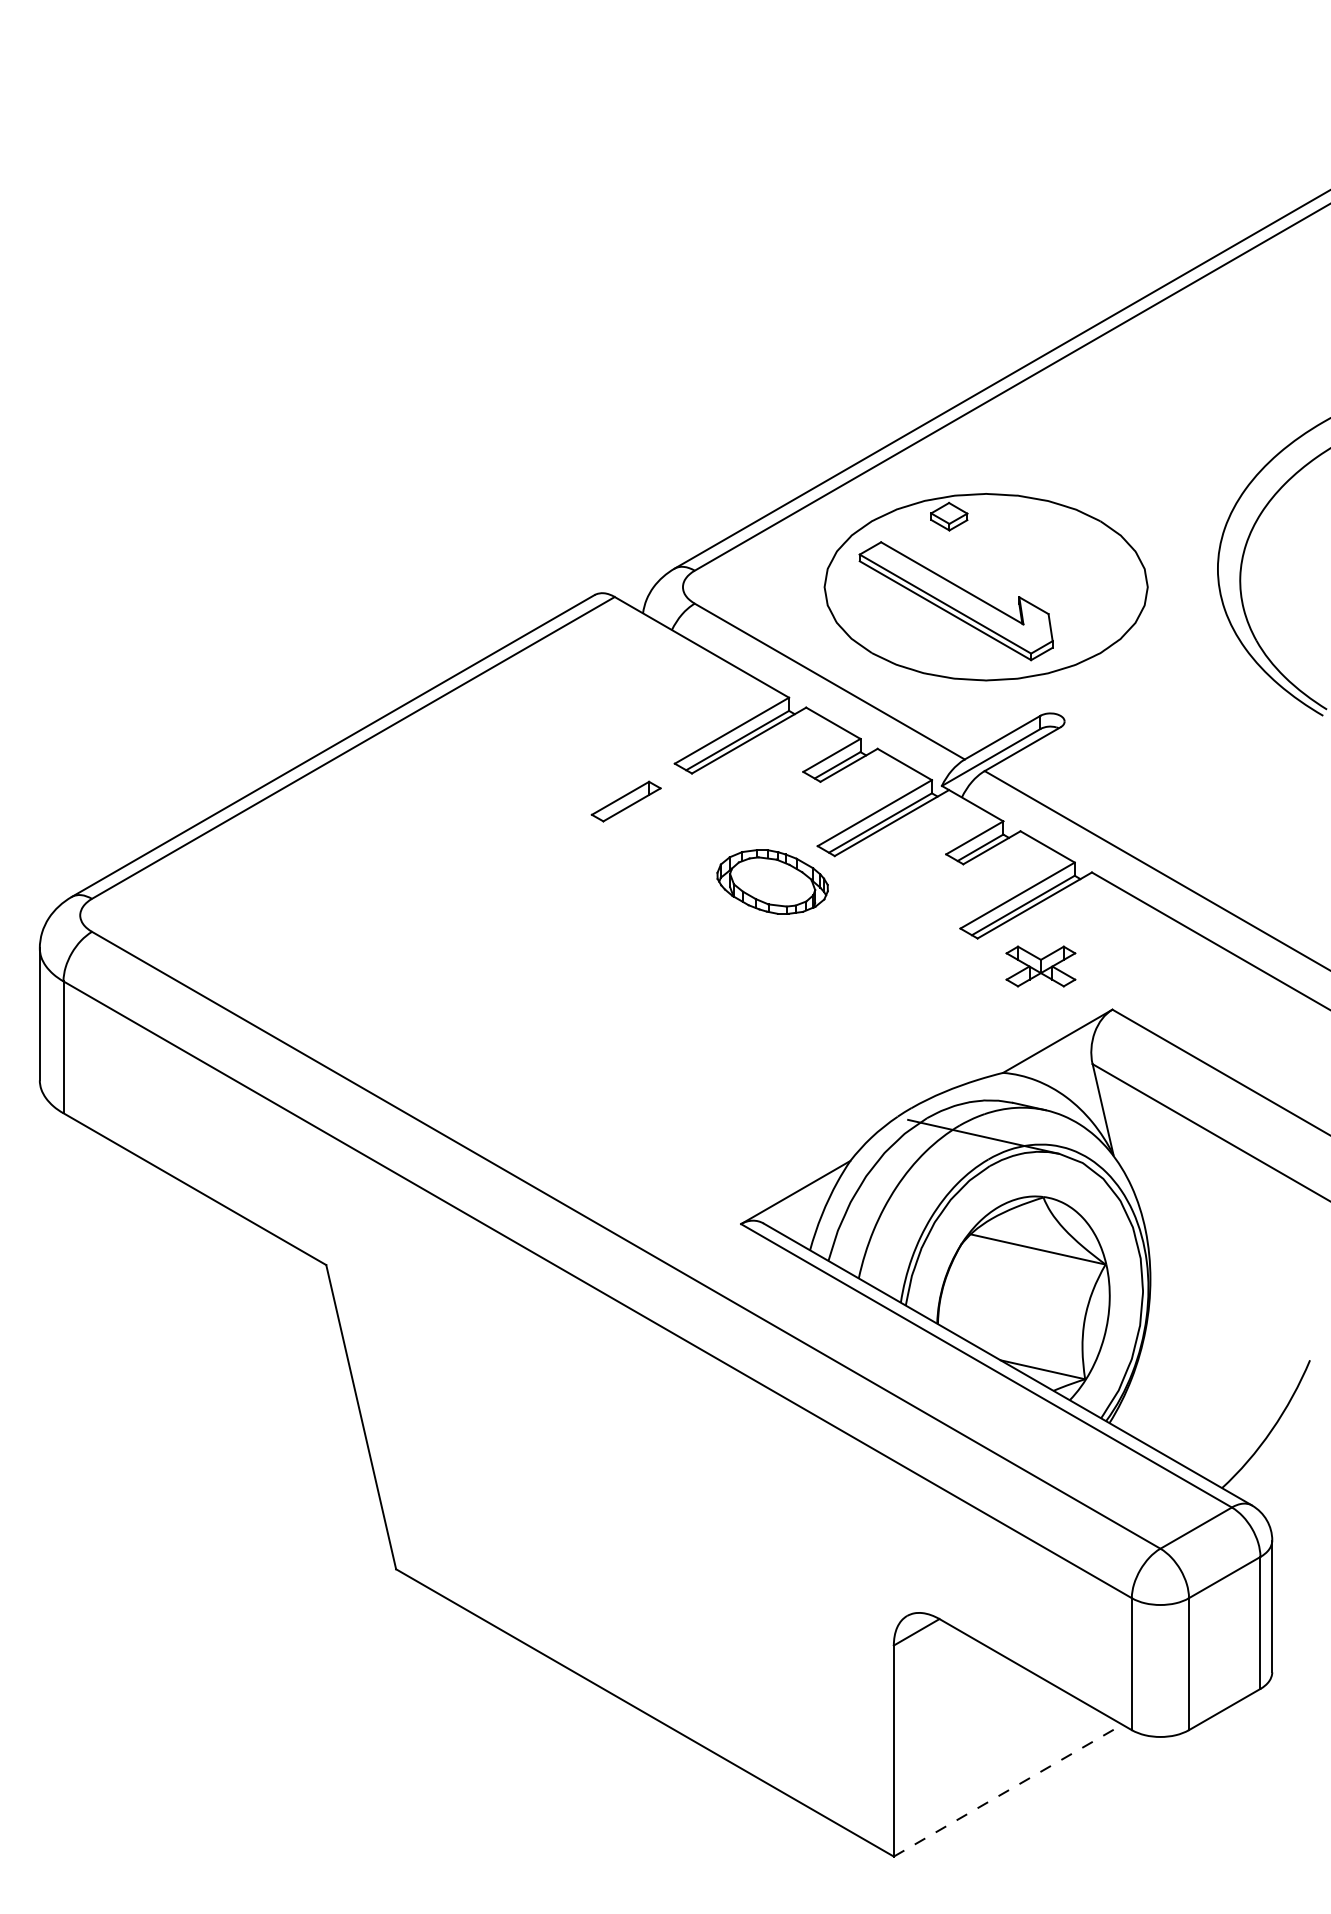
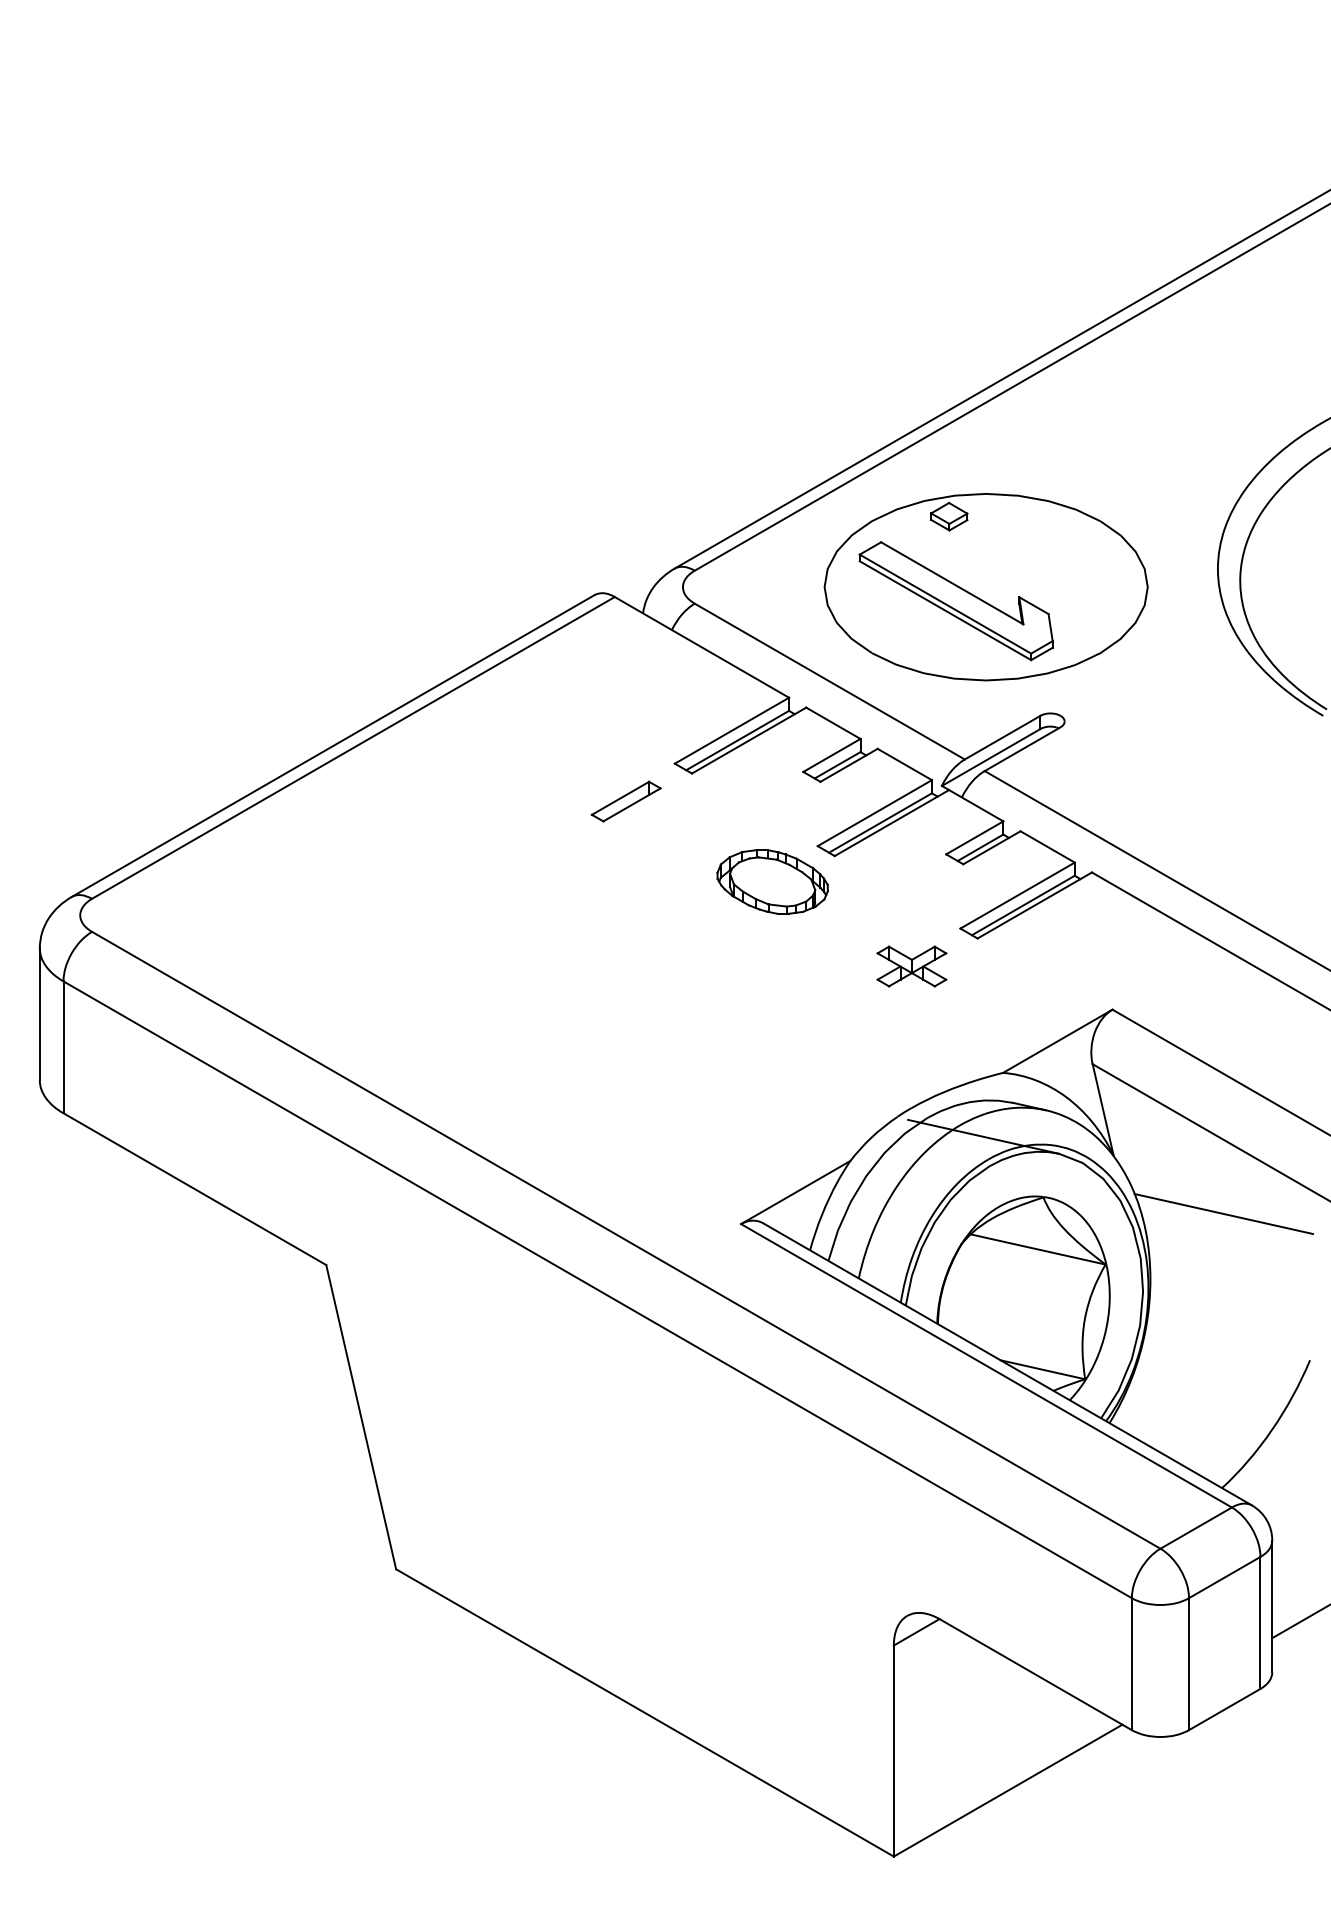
part at (1040, 966) position: (1040, 966) -> (911, 966)
line at (1223, 1214): none -> present
line at (1299, 1622): none -> present
line at (1008, 1790): dashed -> solid
